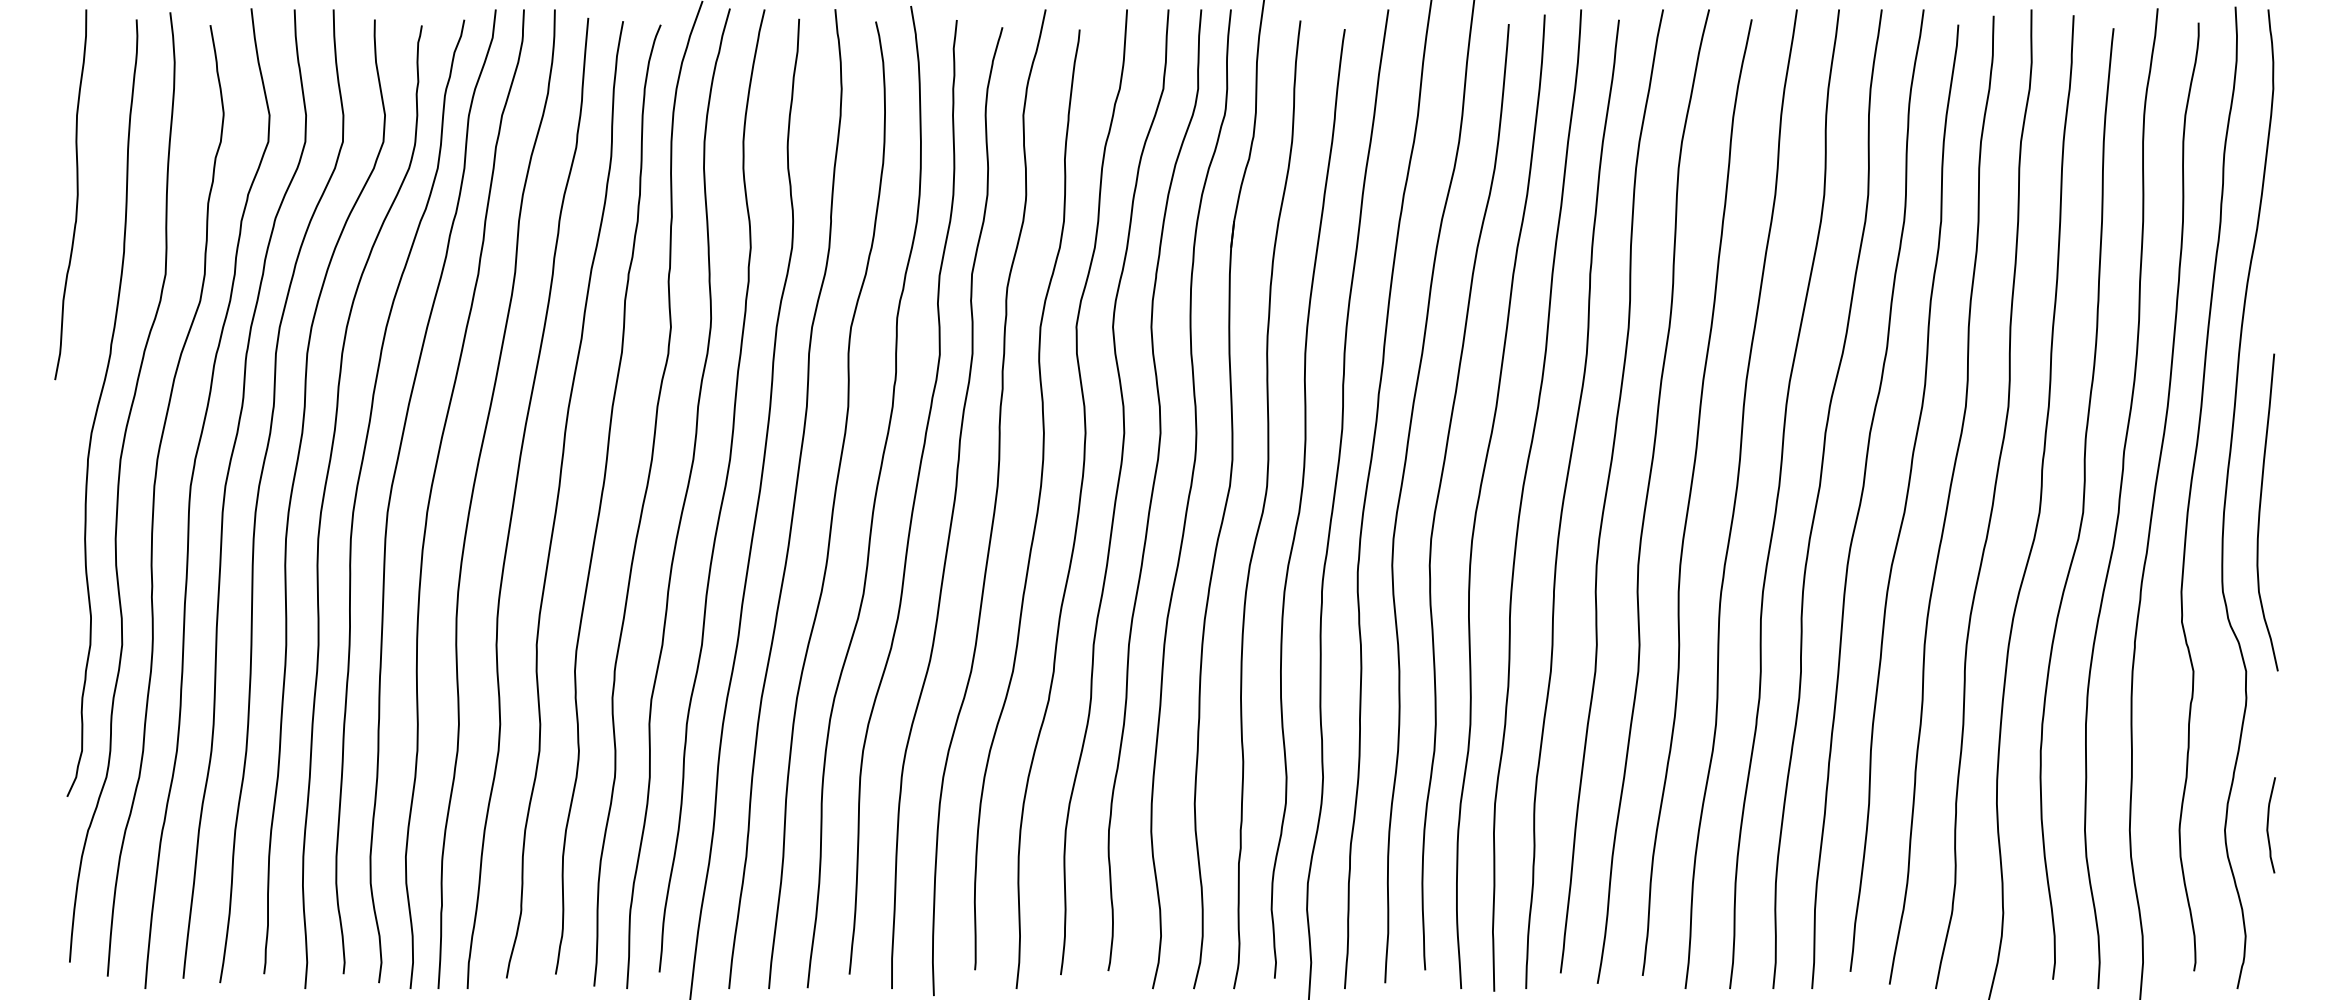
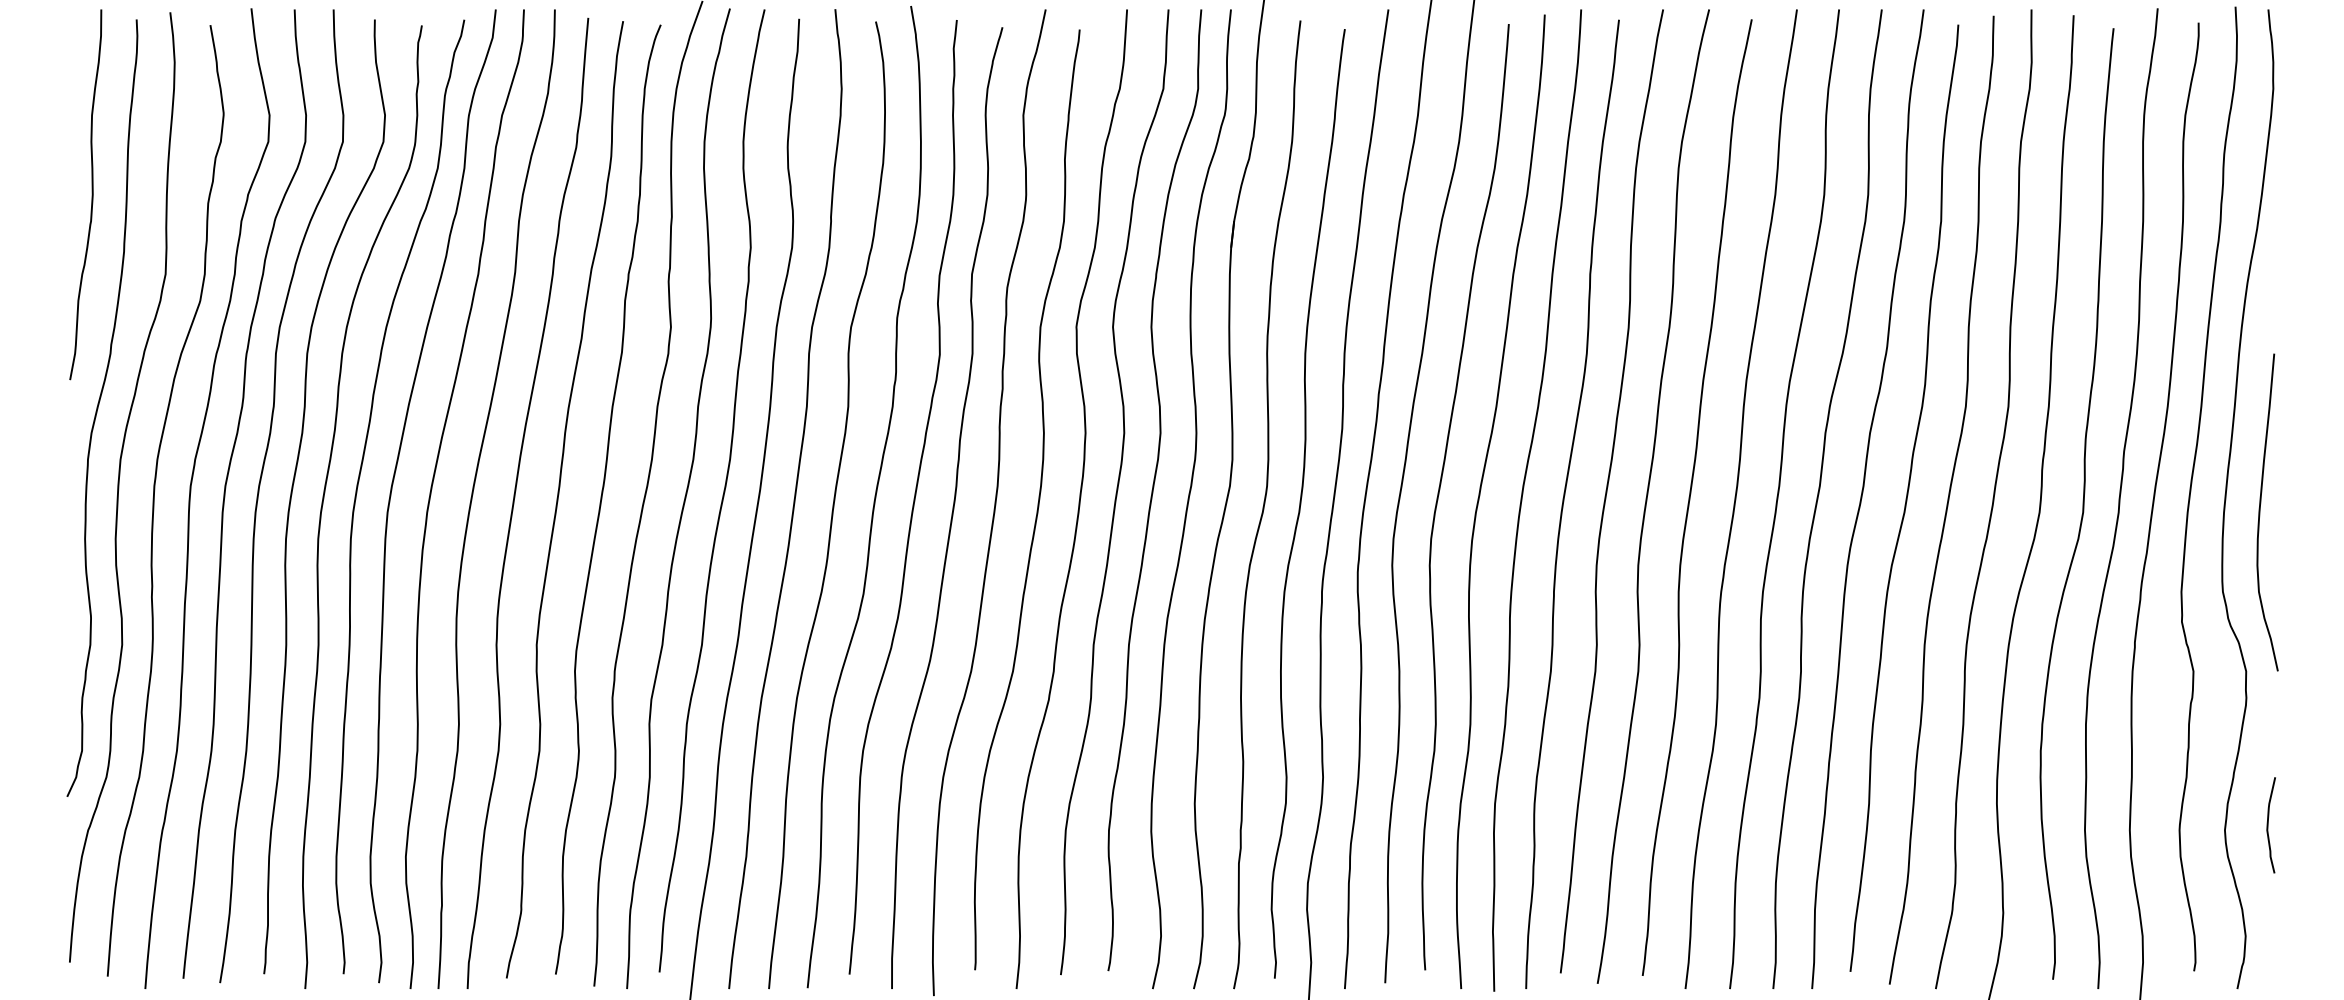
curve at (76, 194) position: (76, 194) -> (91, 194)
